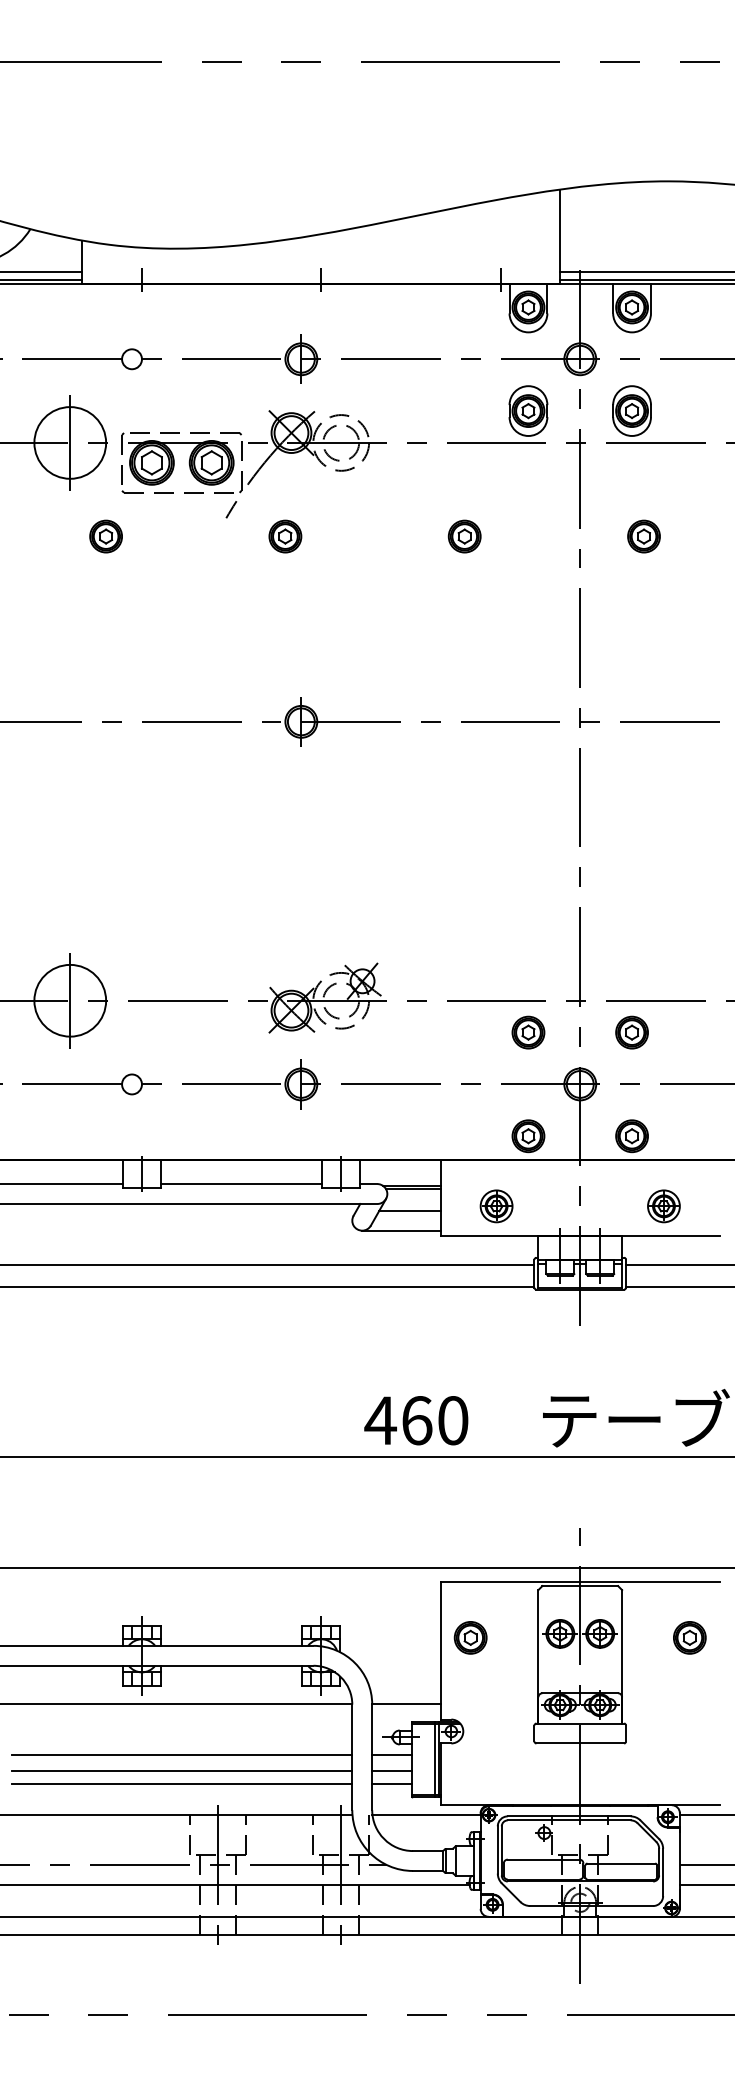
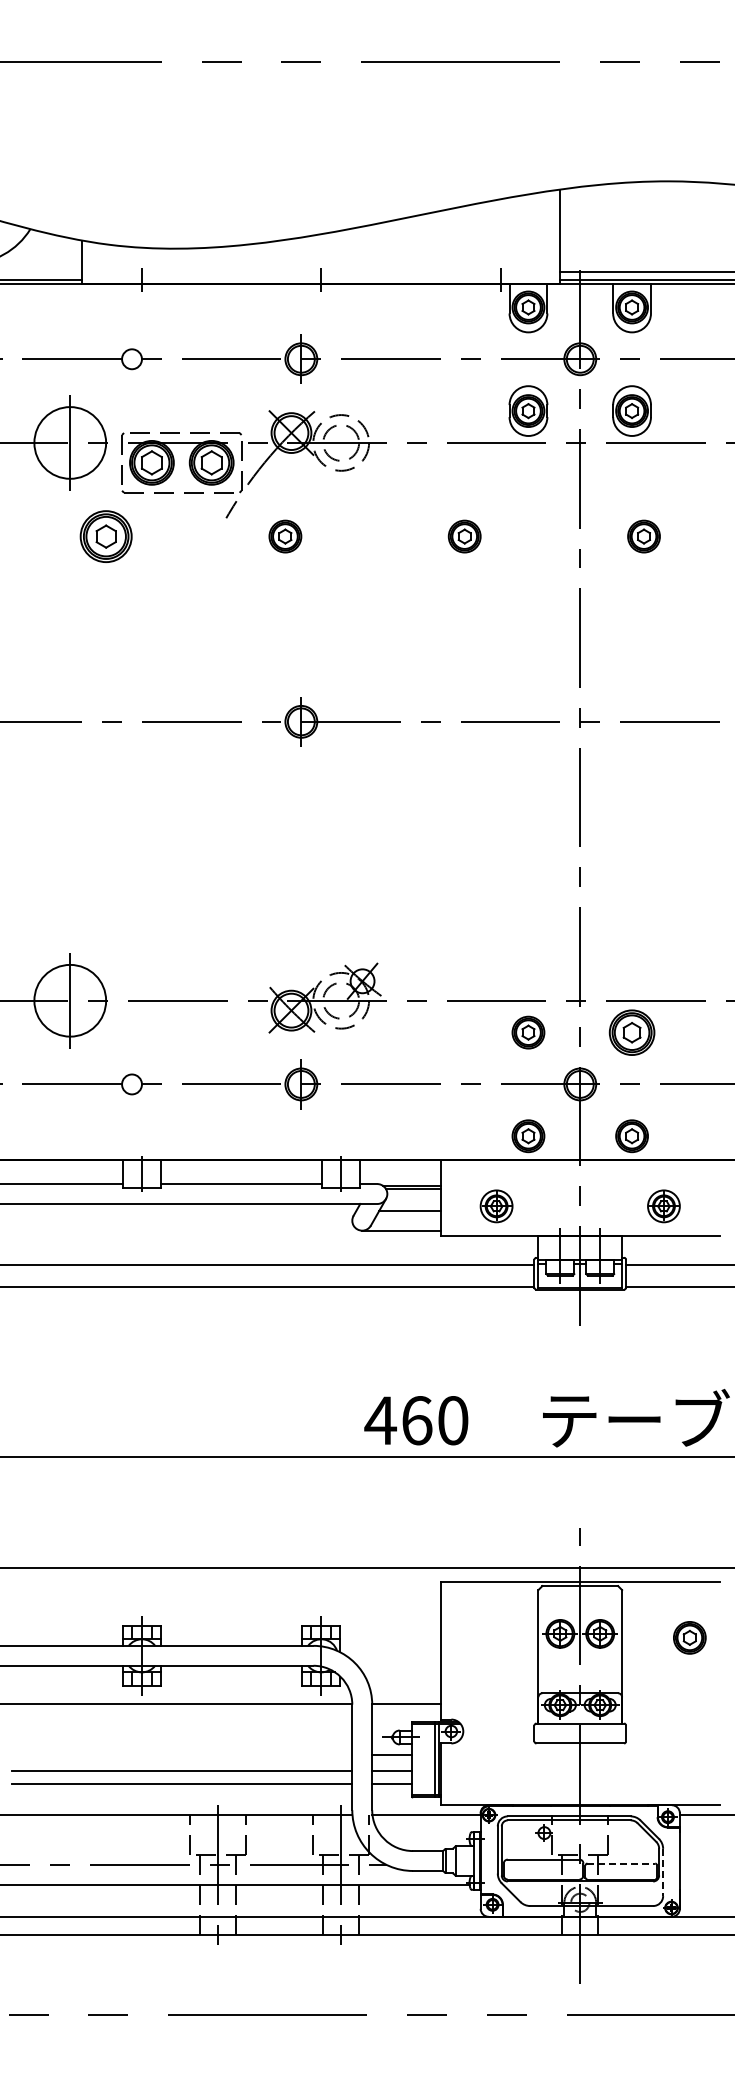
line at (42, 271): present -> none
part at (105, 536) size: 34x35 px -> 54x53 px
part at (631, 1032) size: 34x35 px -> 48x47 px
part at (470, 1637): present -> none
line at (181, 1755): present -> none
line at (621, 1863): solid -> dashed
line at (705, 1865): present -> none
line at (663, 1872): solid -> dashed
line at (705, 1884): present -> none
